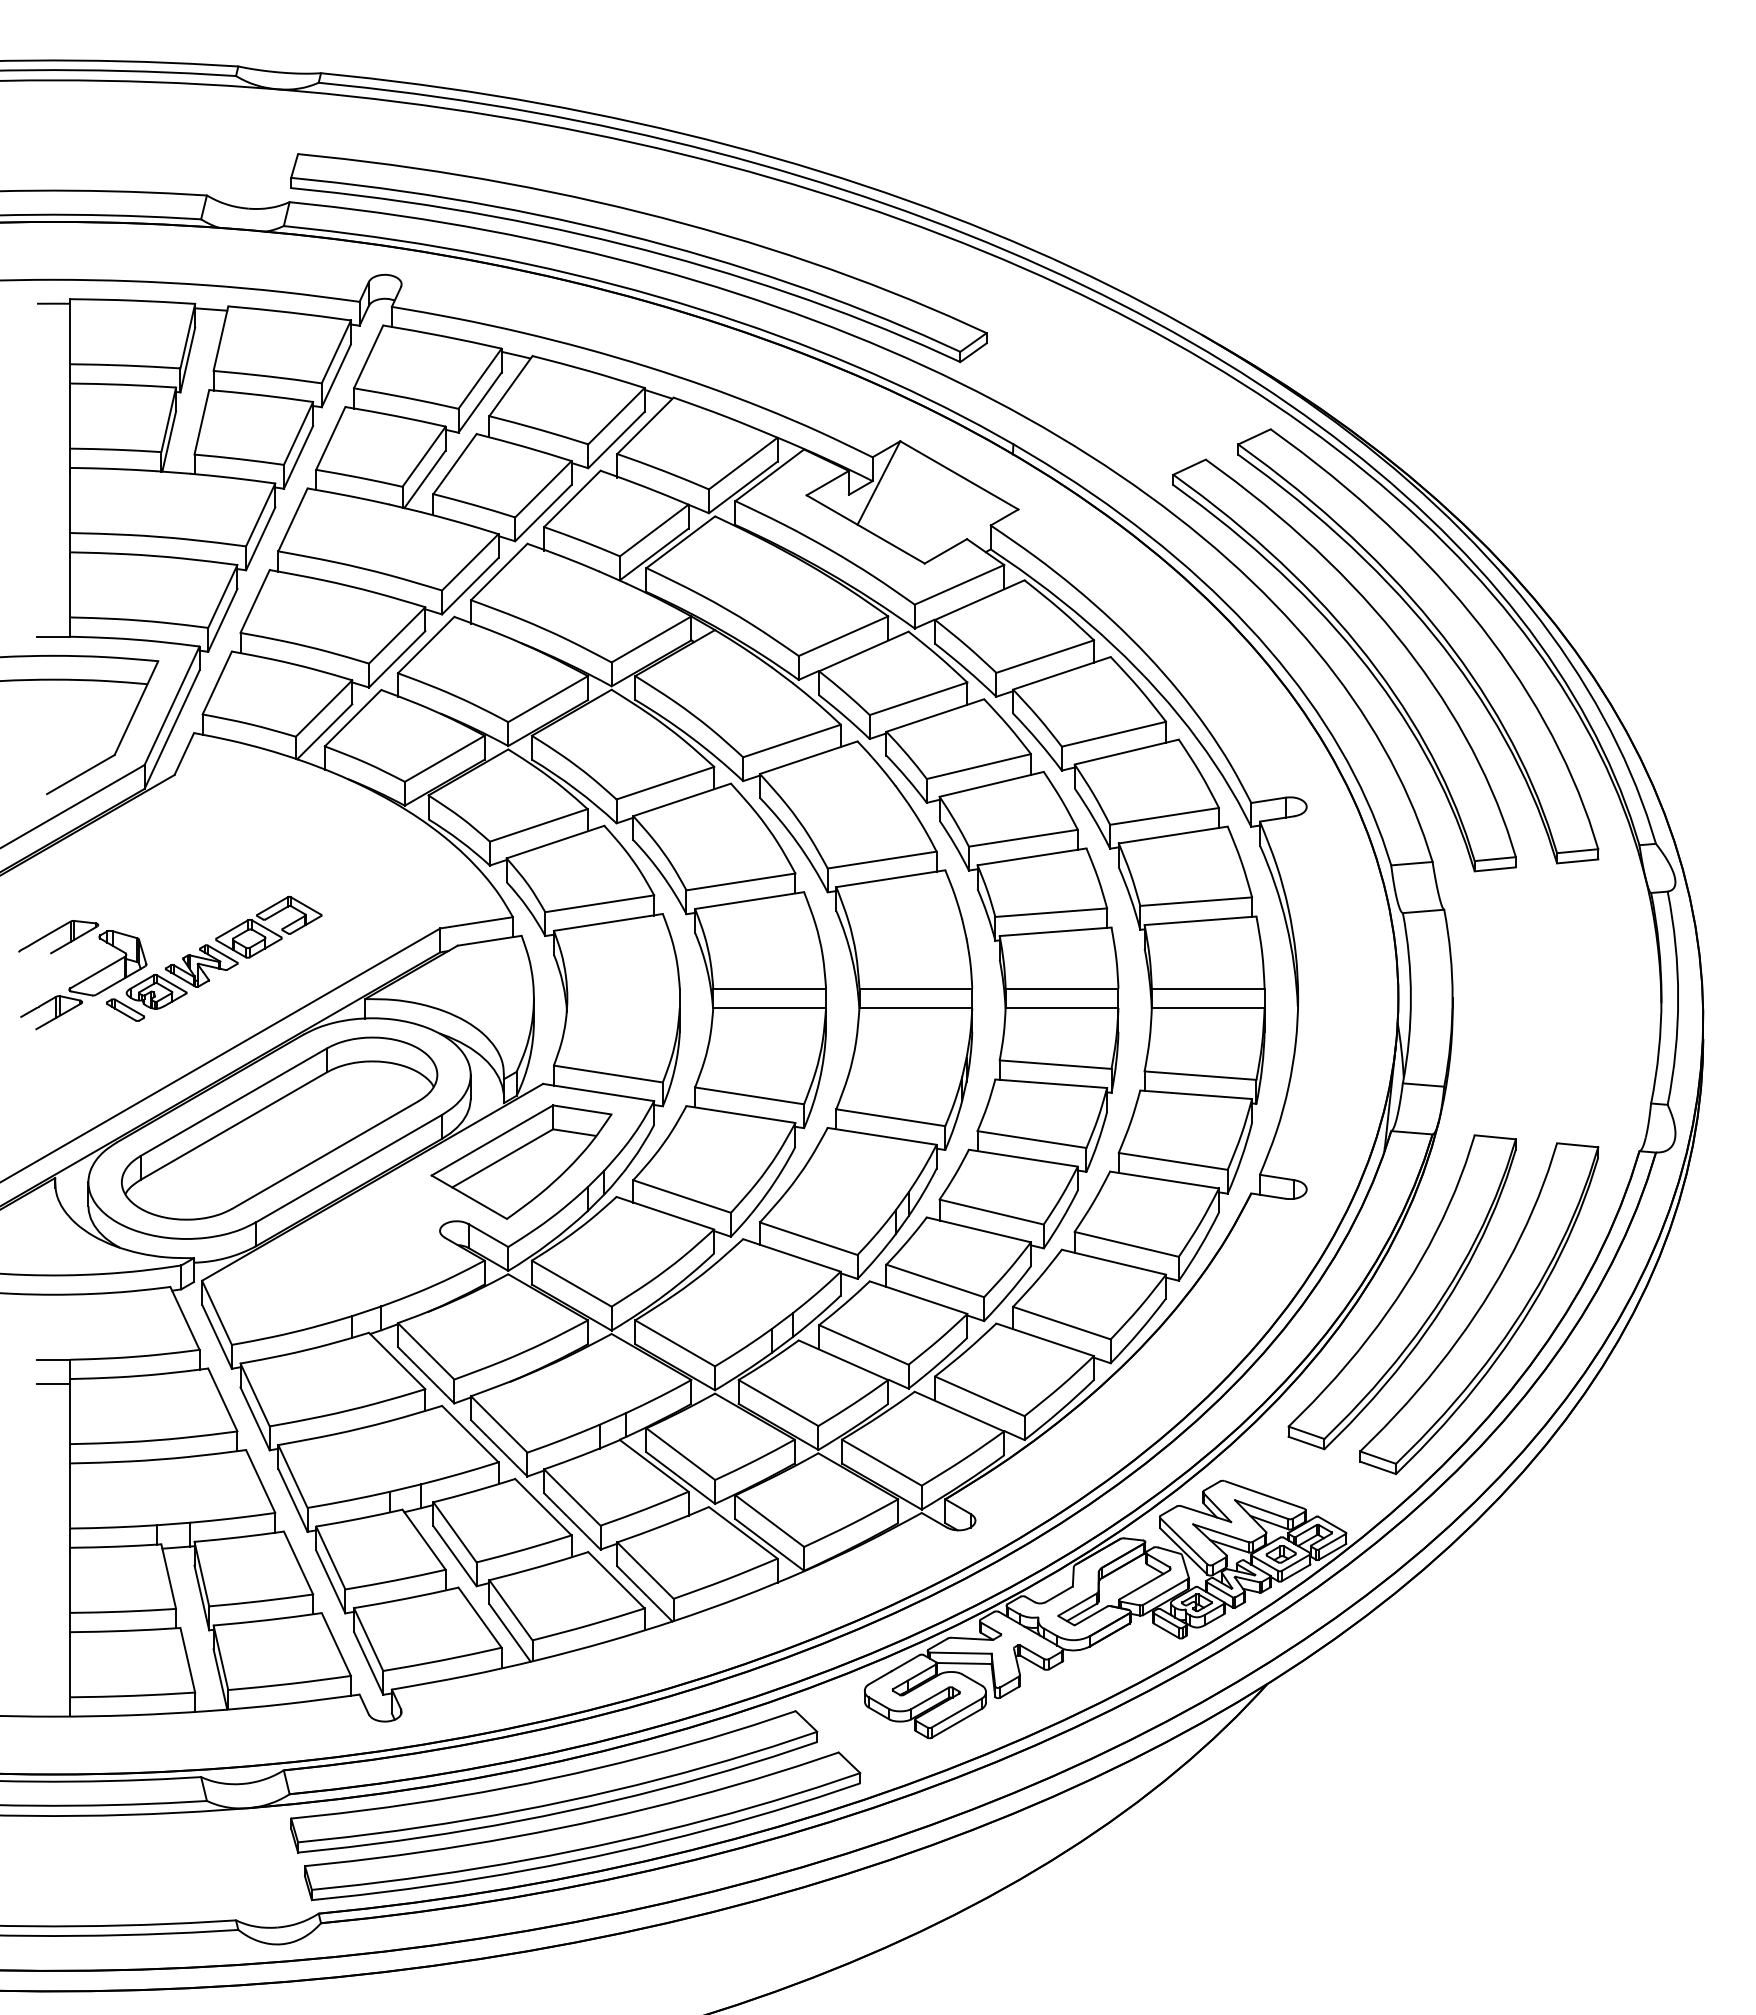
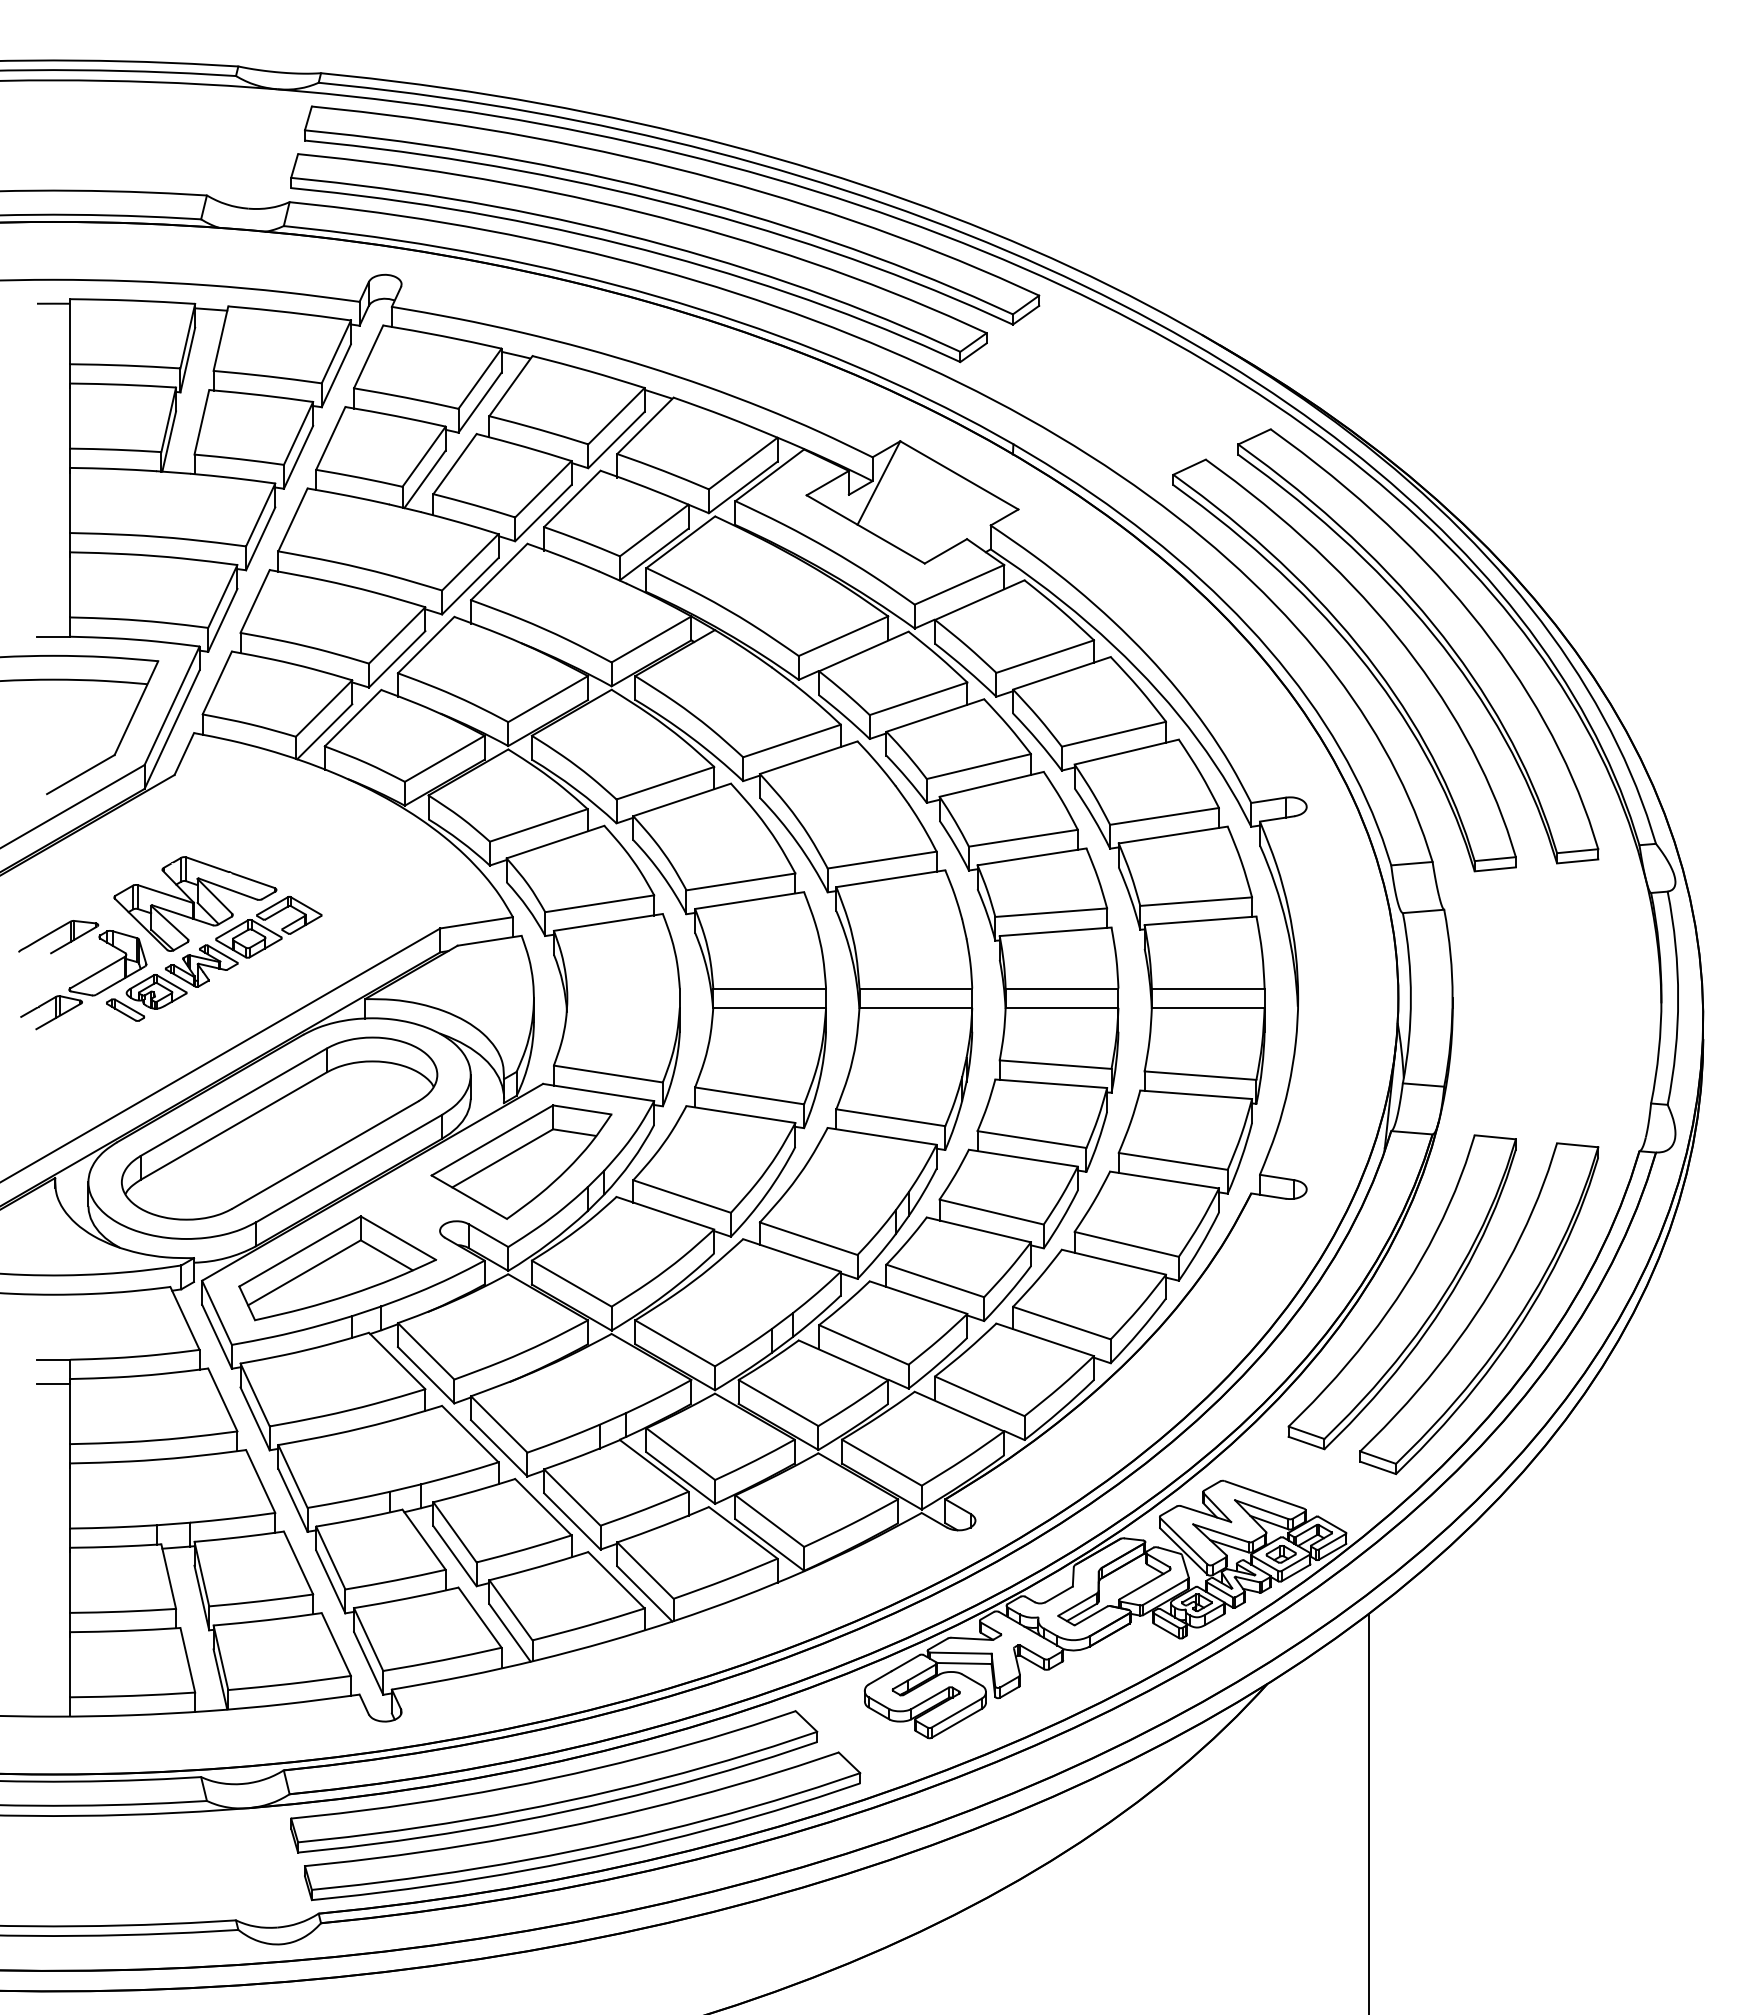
part at (676, 206): none -> present
part at (195, 903): none -> present
part at (337, 1268): none -> present
line at (1369, 1812): none -> present
